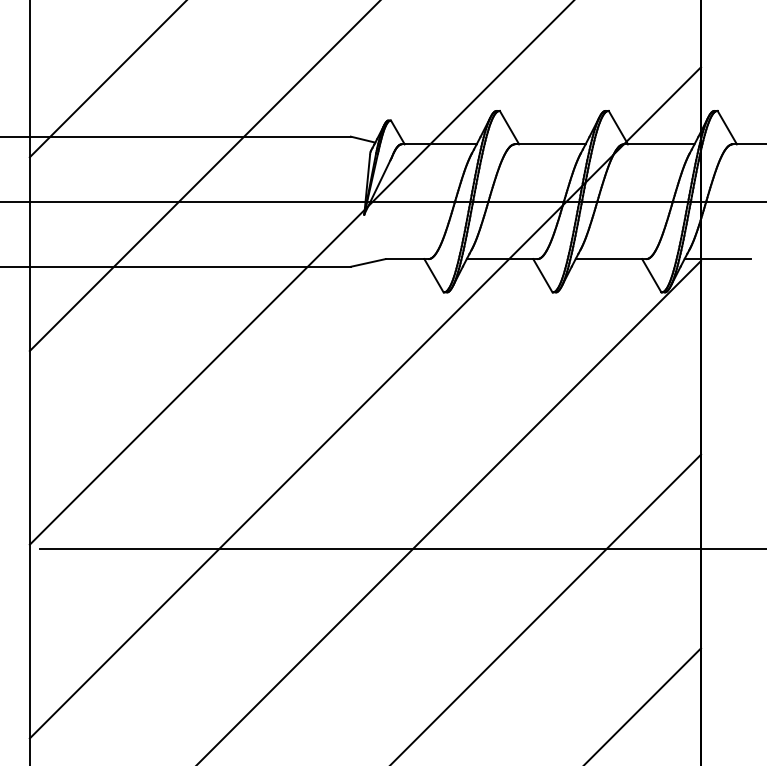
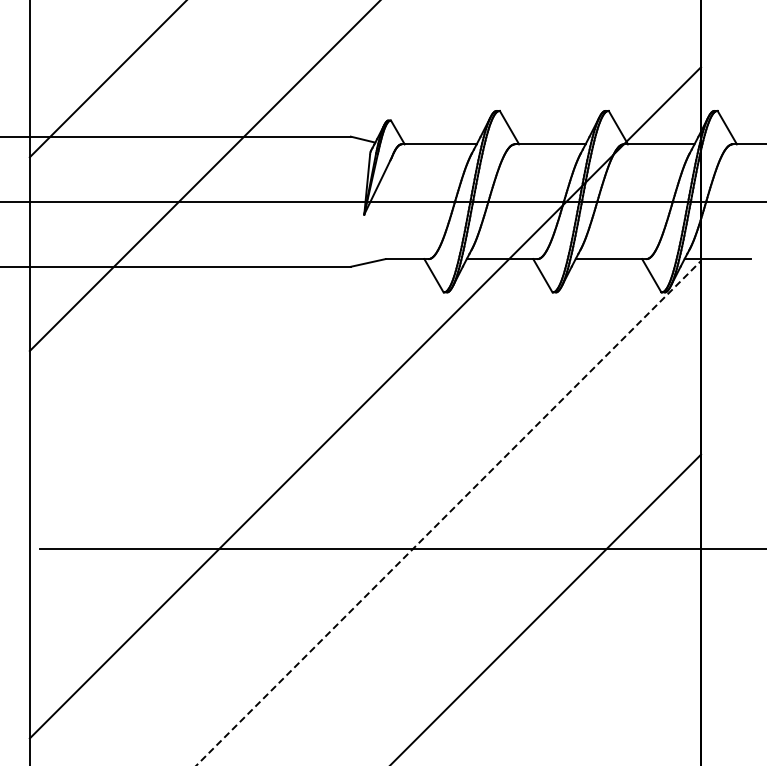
line at (300, 273): present -> none
line at (448, 513): solid -> dashed
line at (643, 705): present -> none
